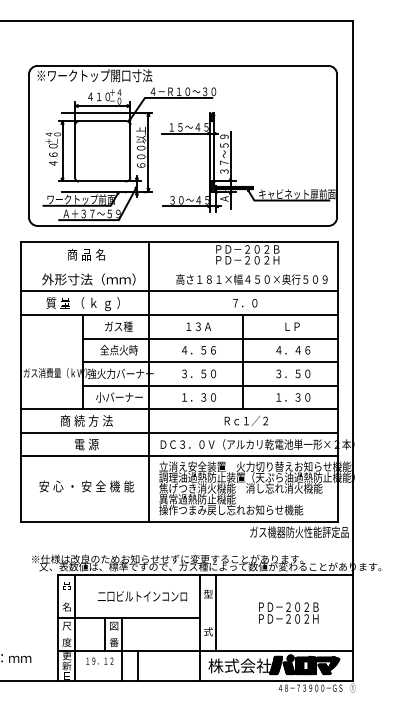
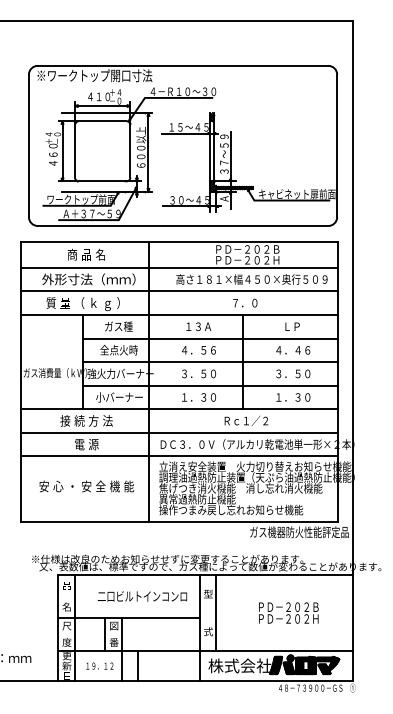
line at (179, 267): none -> present
text at (65, 420): 商 -> 接
text at (99, 660) position: (99, 660) -> (99, 665)
